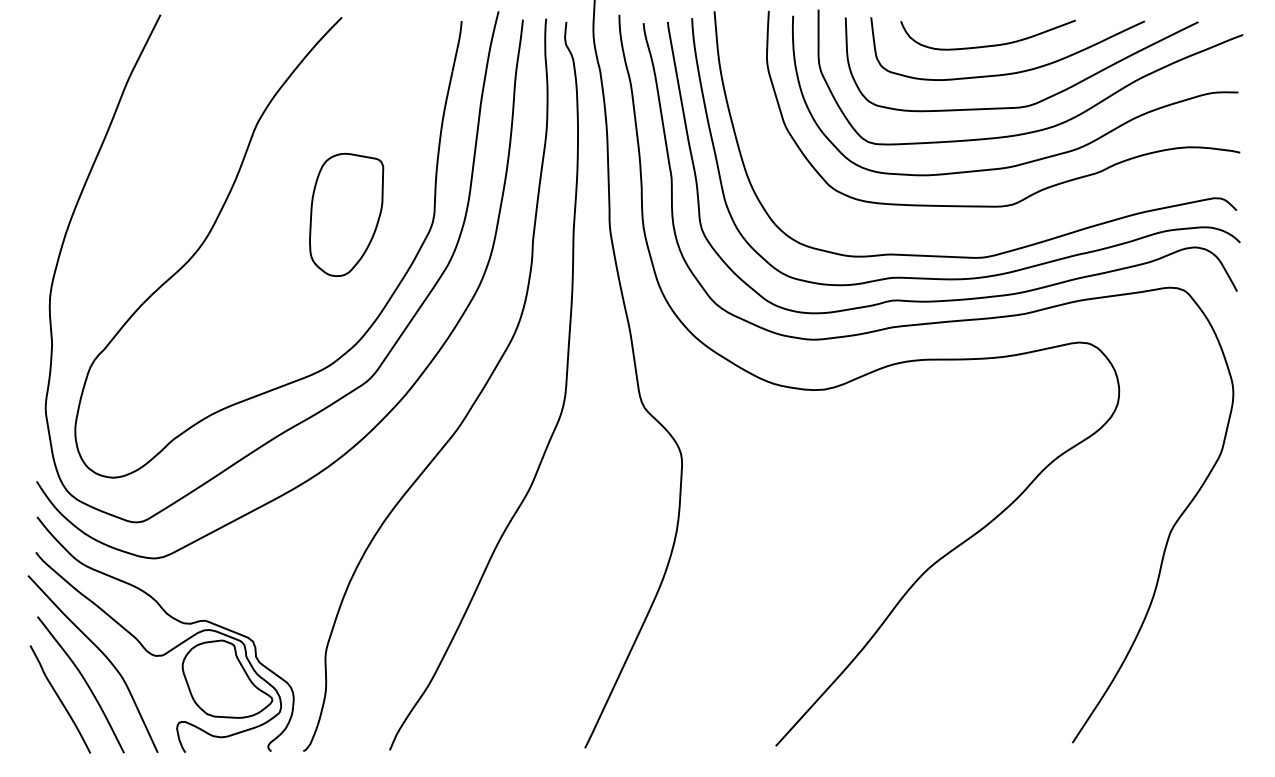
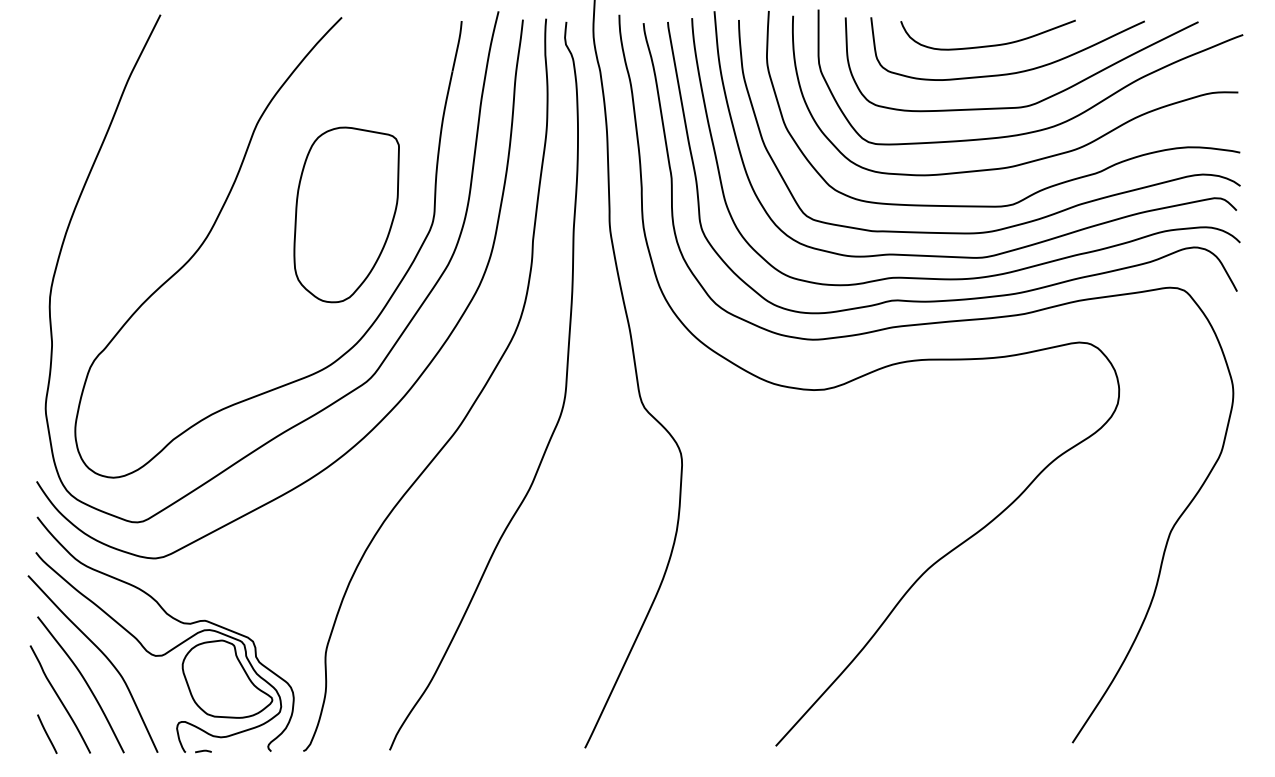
part at (346, 214) size: 76x125 px -> 107x178 px
curve at (1015, 224): none -> present
line at (47, 733): none -> present
curve at (203, 751): none -> present
